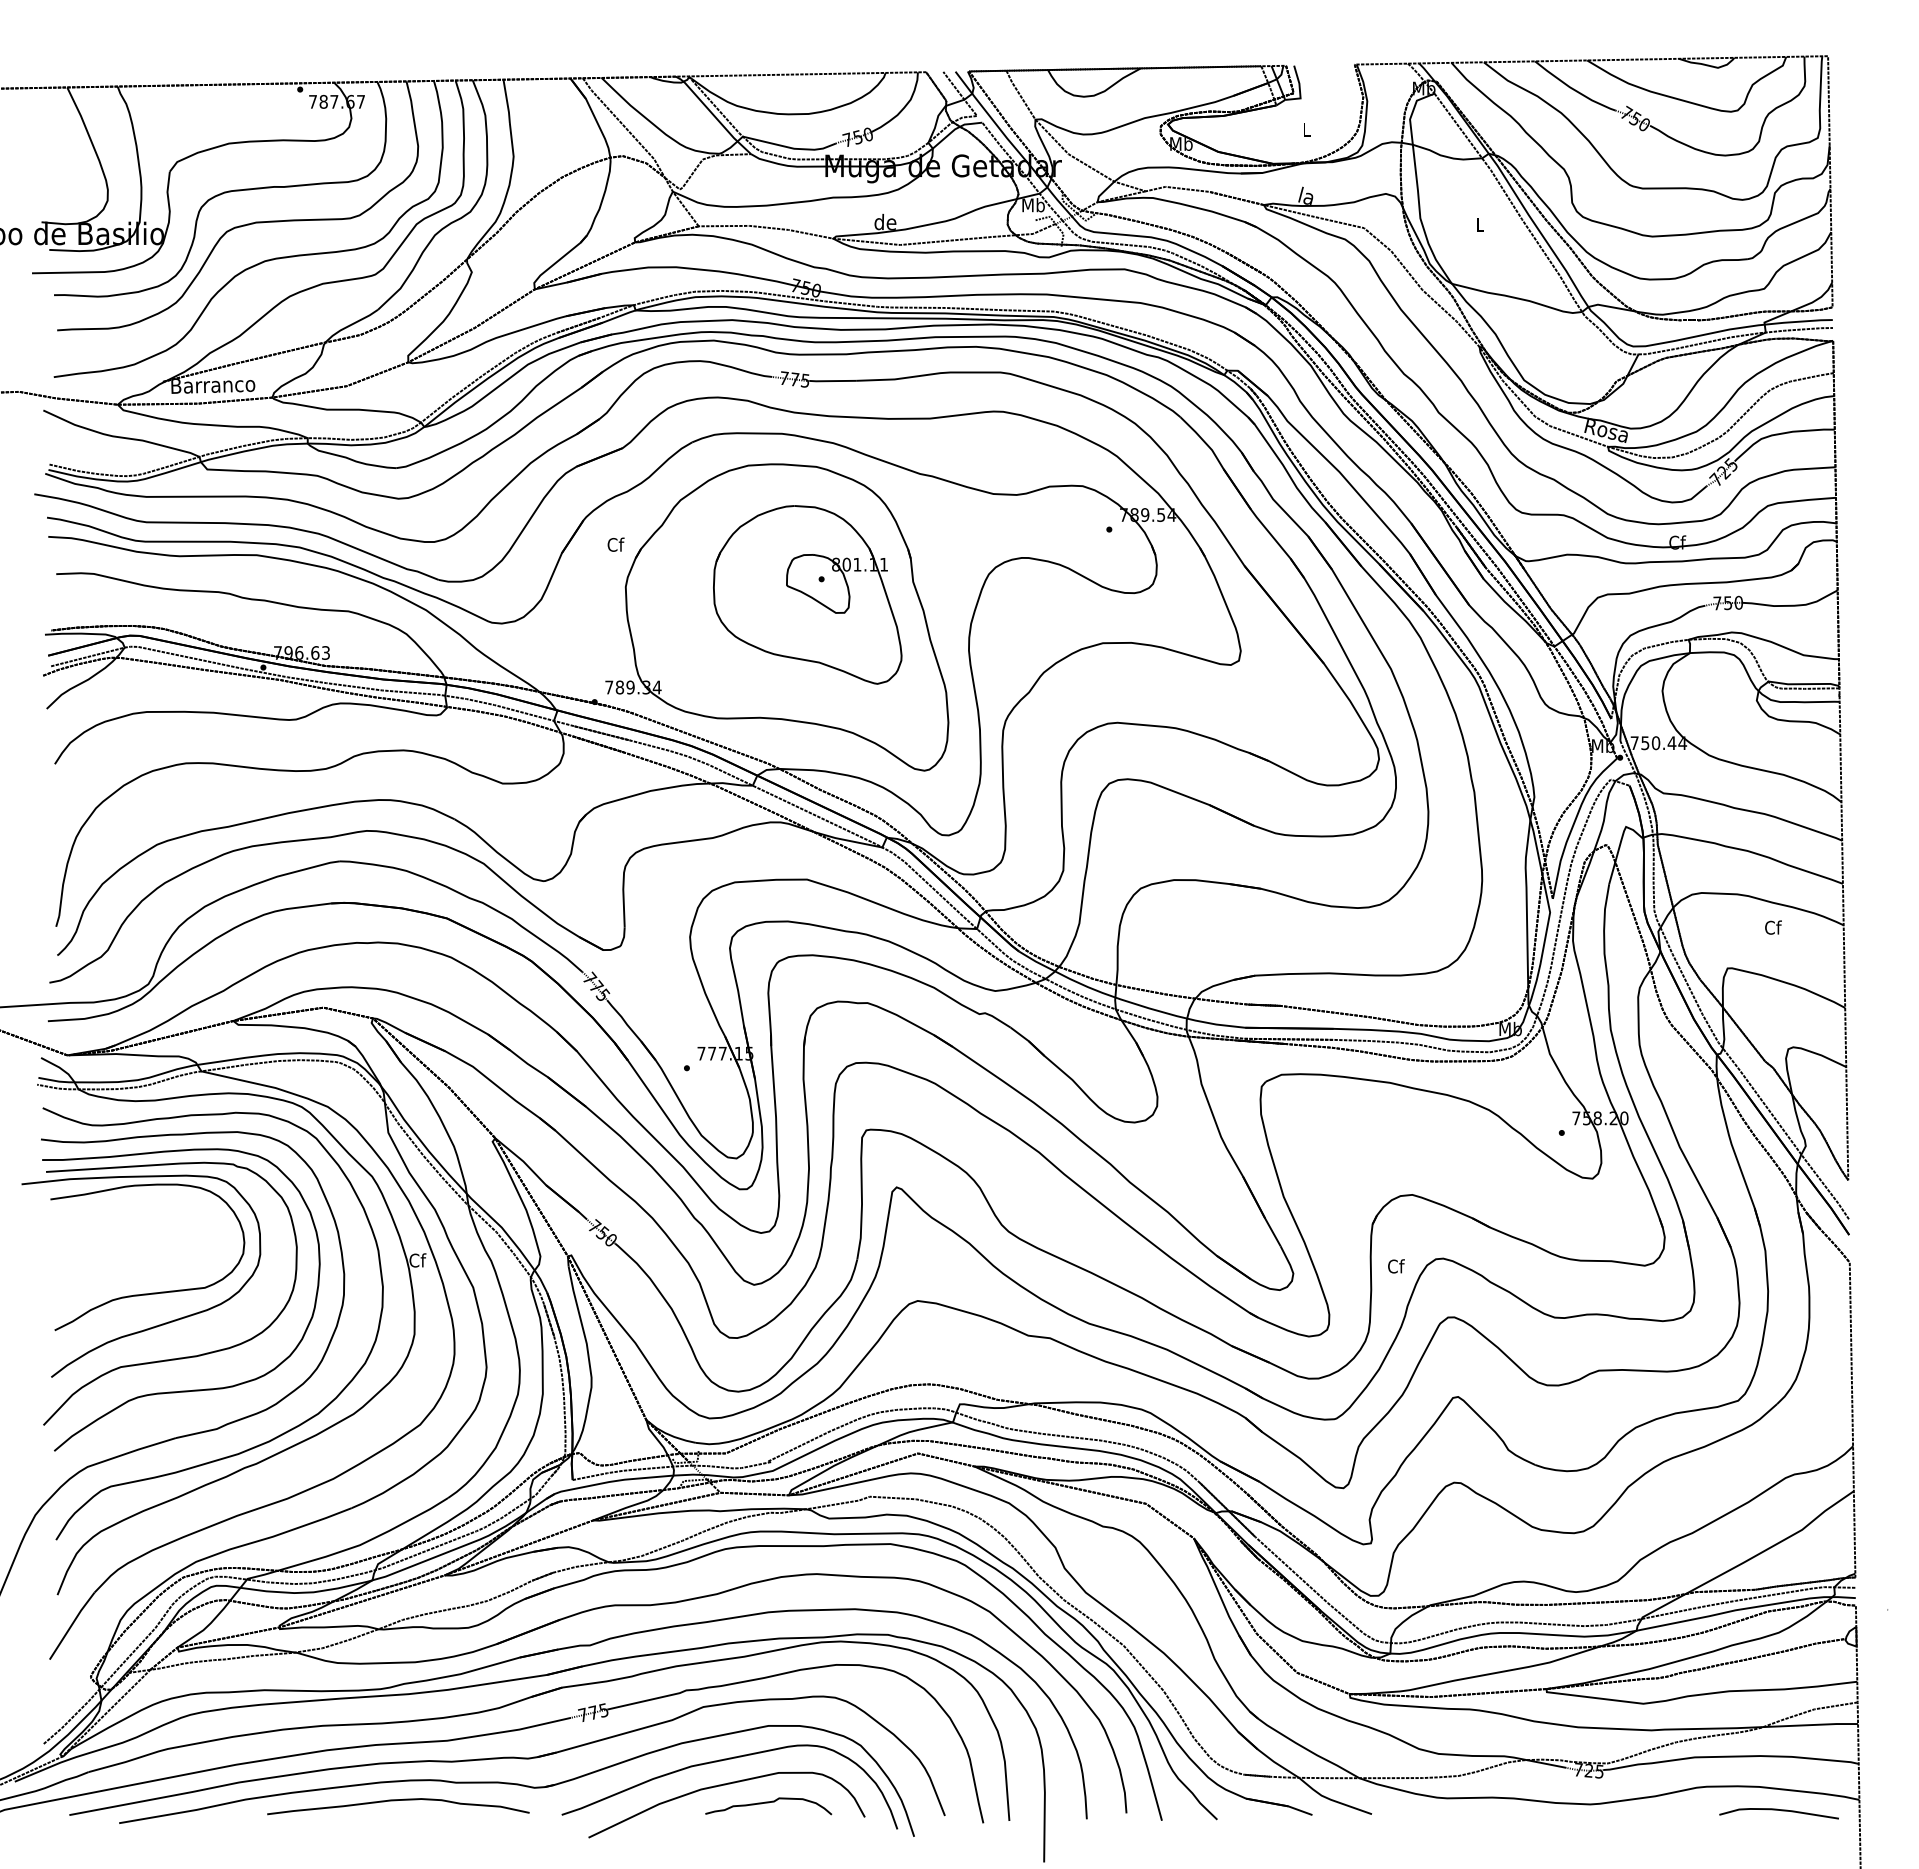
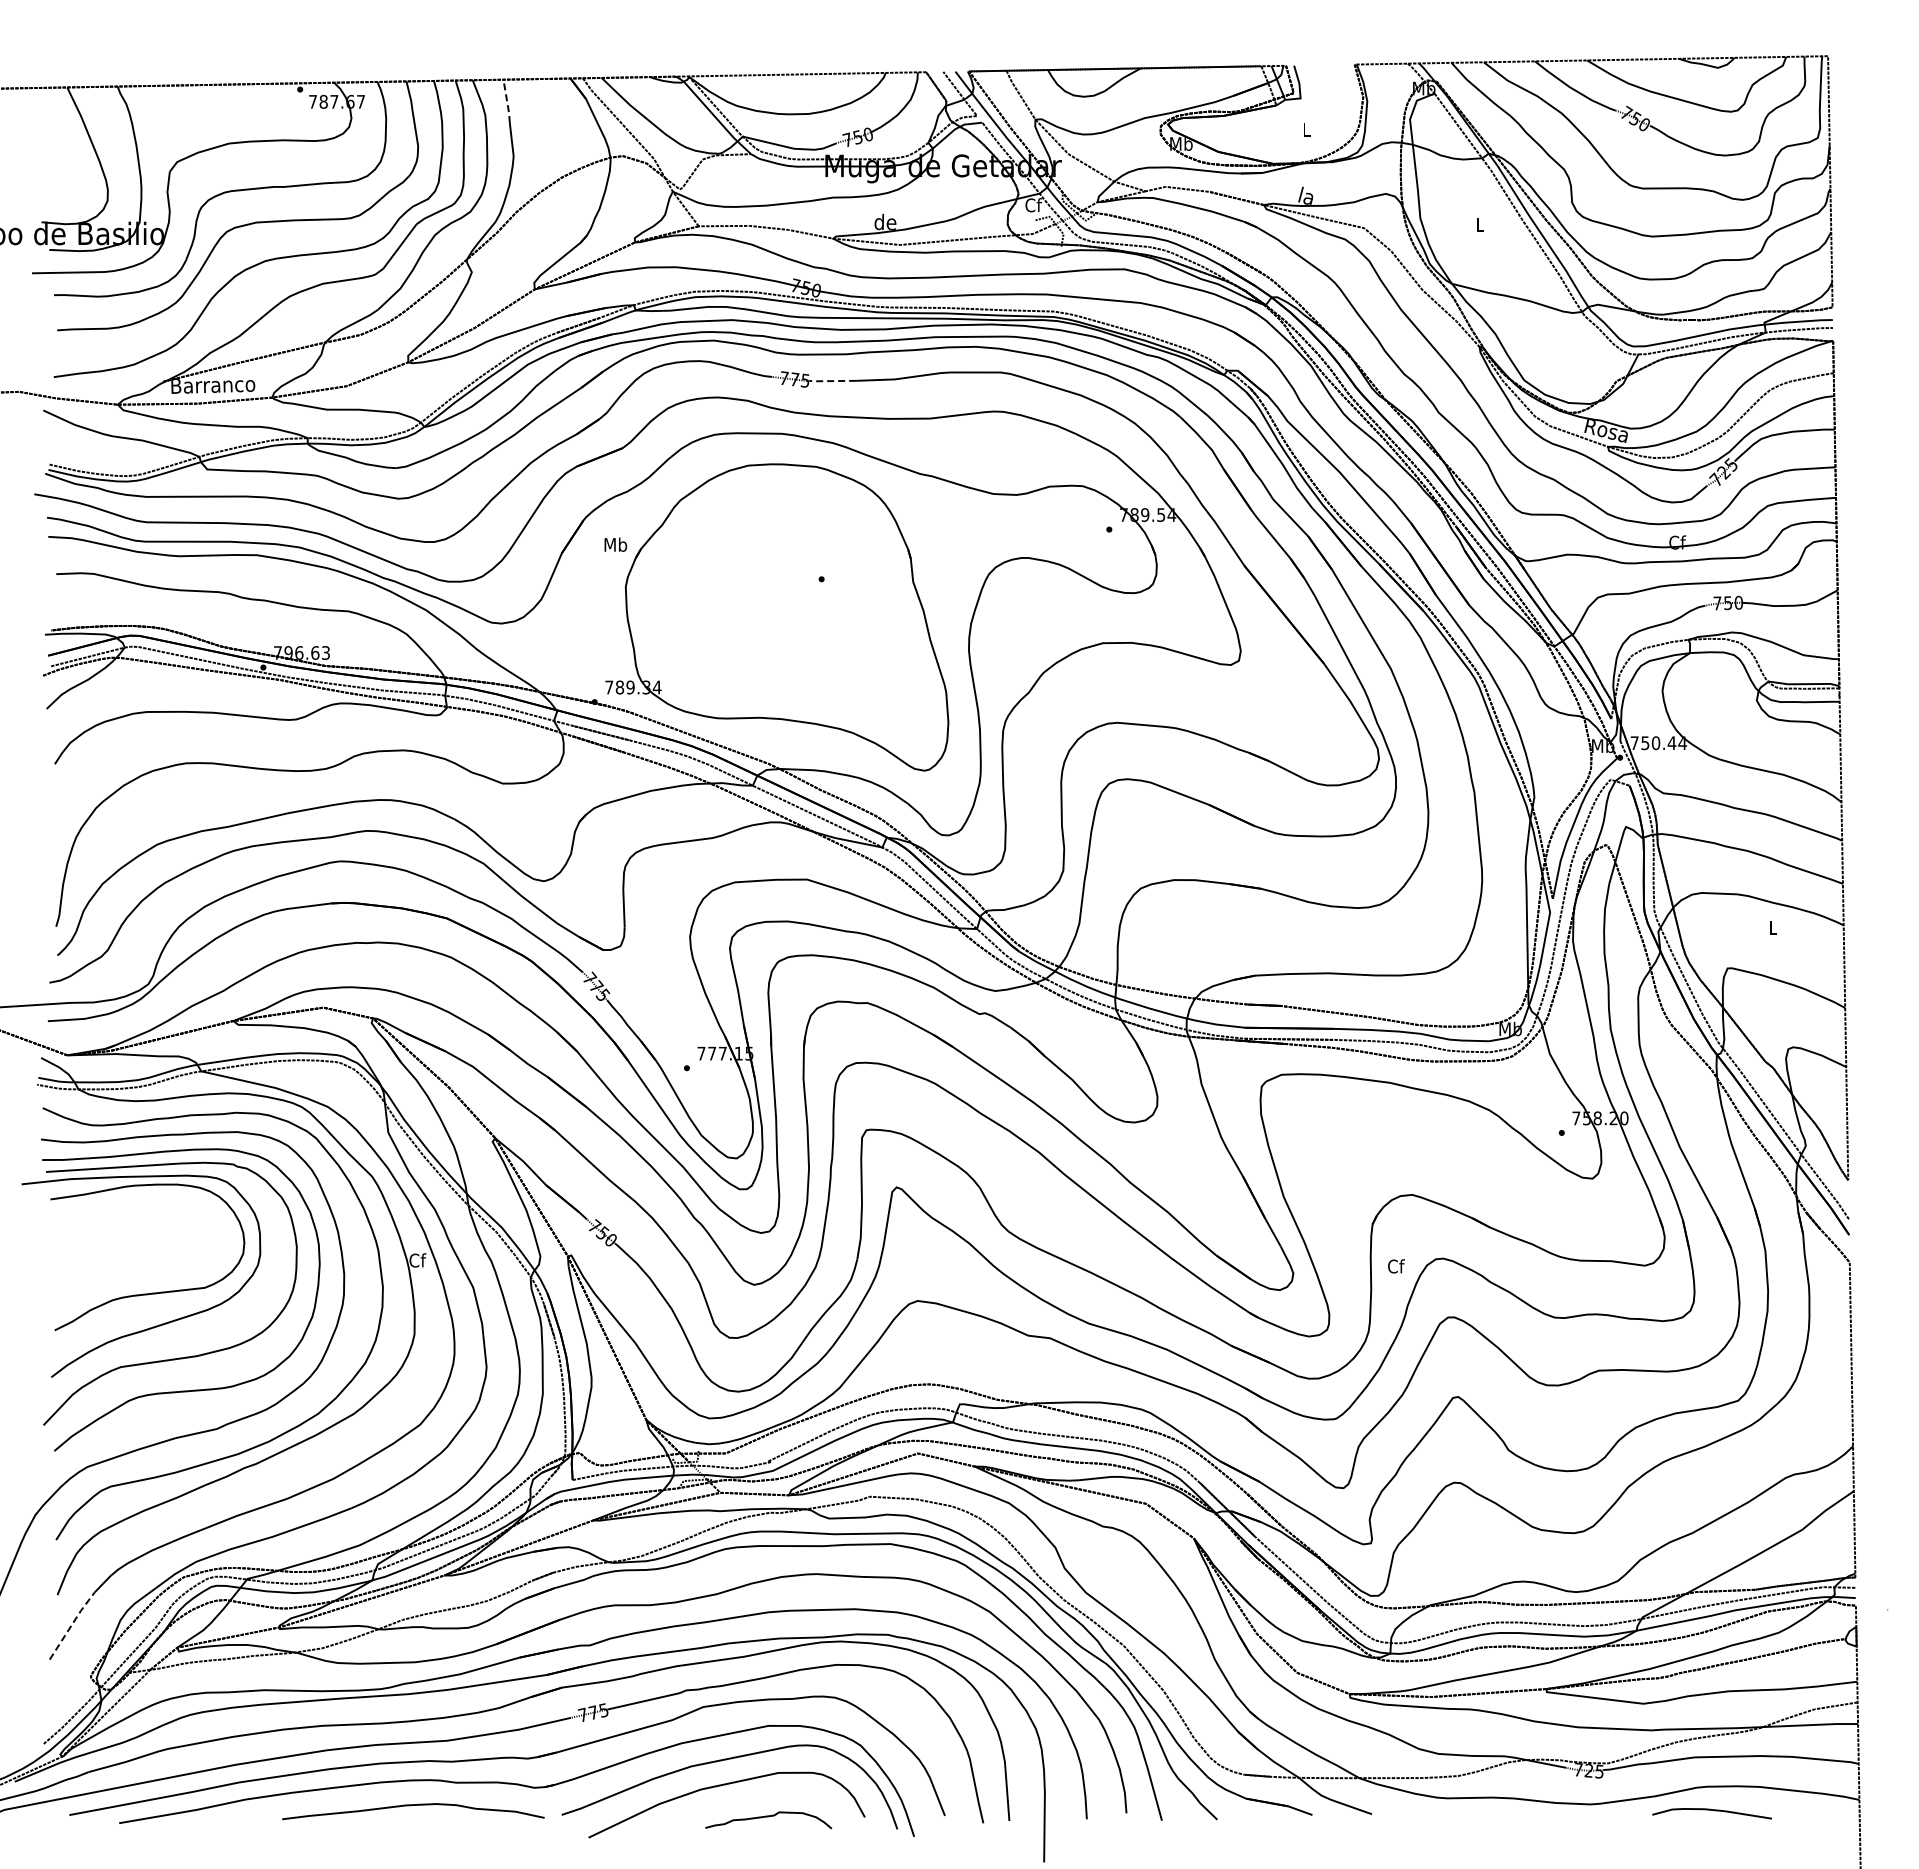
line at (507, 101): solid -> dashed
text at (1033, 205): Mb -> Cf
line at (832, 381): solid -> dashed
text at (615, 544): Cf -> Mb
part at (807, 594): present -> none
text at (1773, 927): Cf -> L
line at (72, 1624): solid -> dashed
curve at (396, 1801) position: (396, 1801) -> (411, 1806)
curve at (768, 1803) position: (768, 1803) -> (768, 1817)
curve at (1778, 1810) position: (1778, 1810) -> (1711, 1810)
